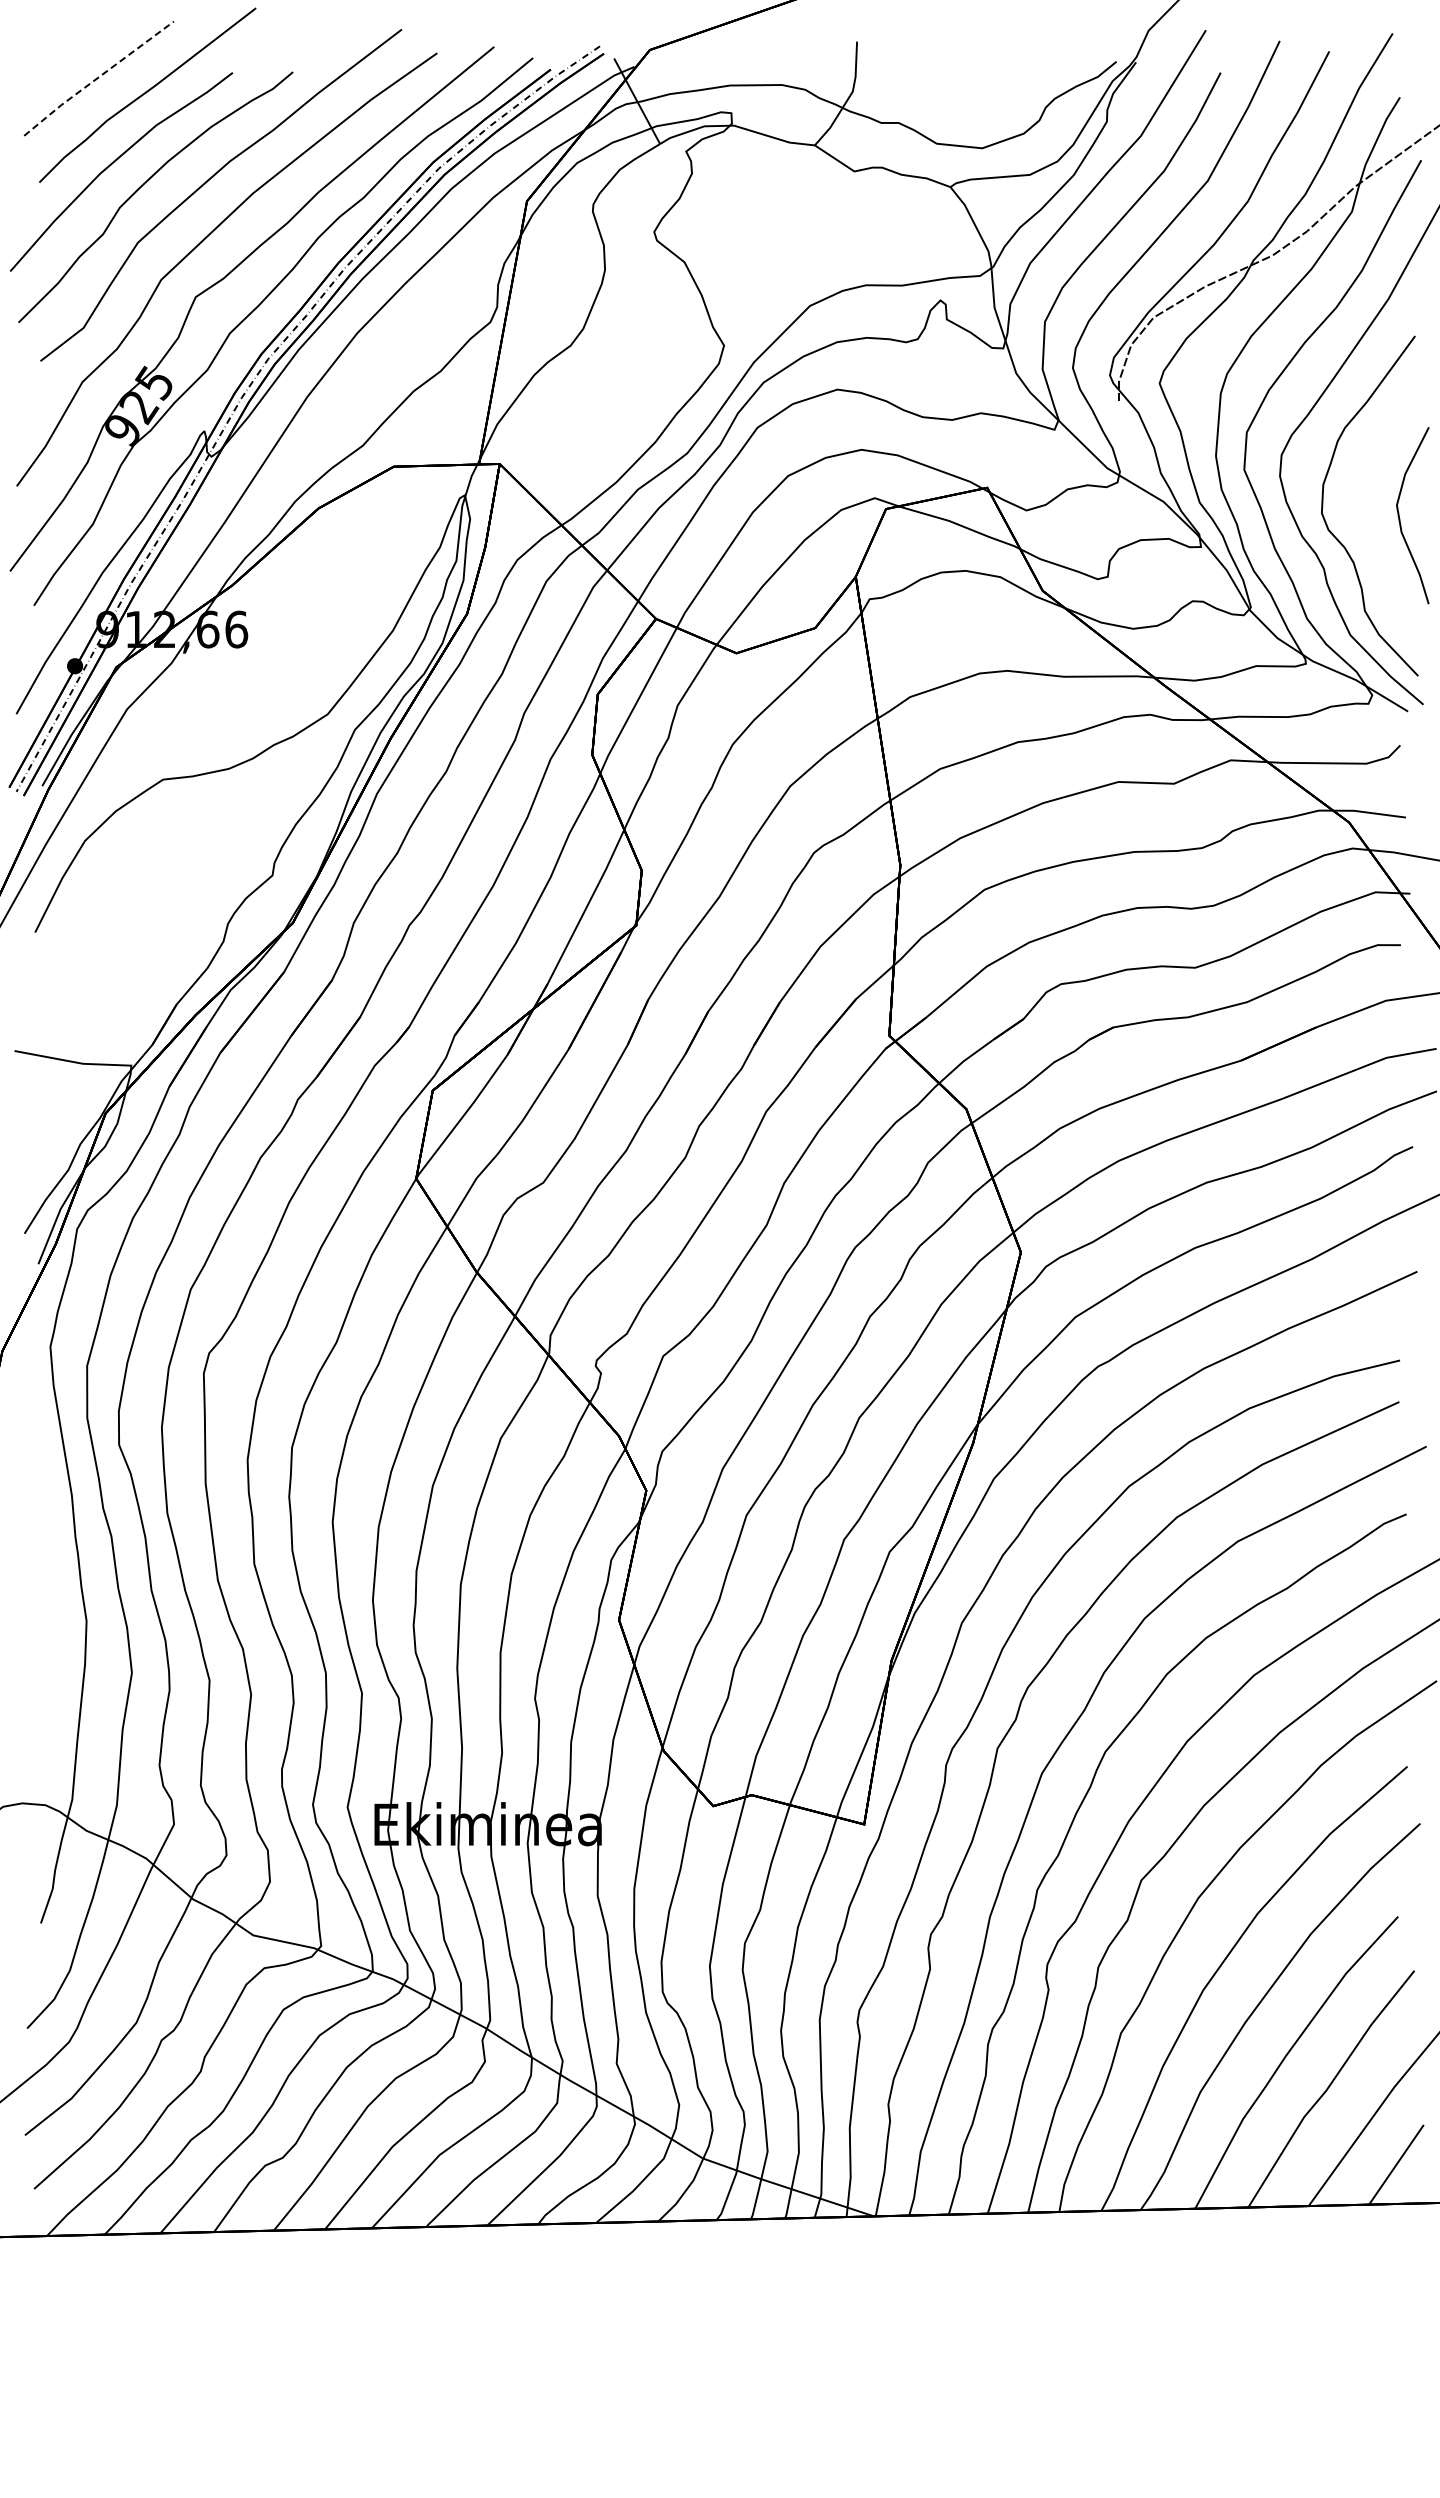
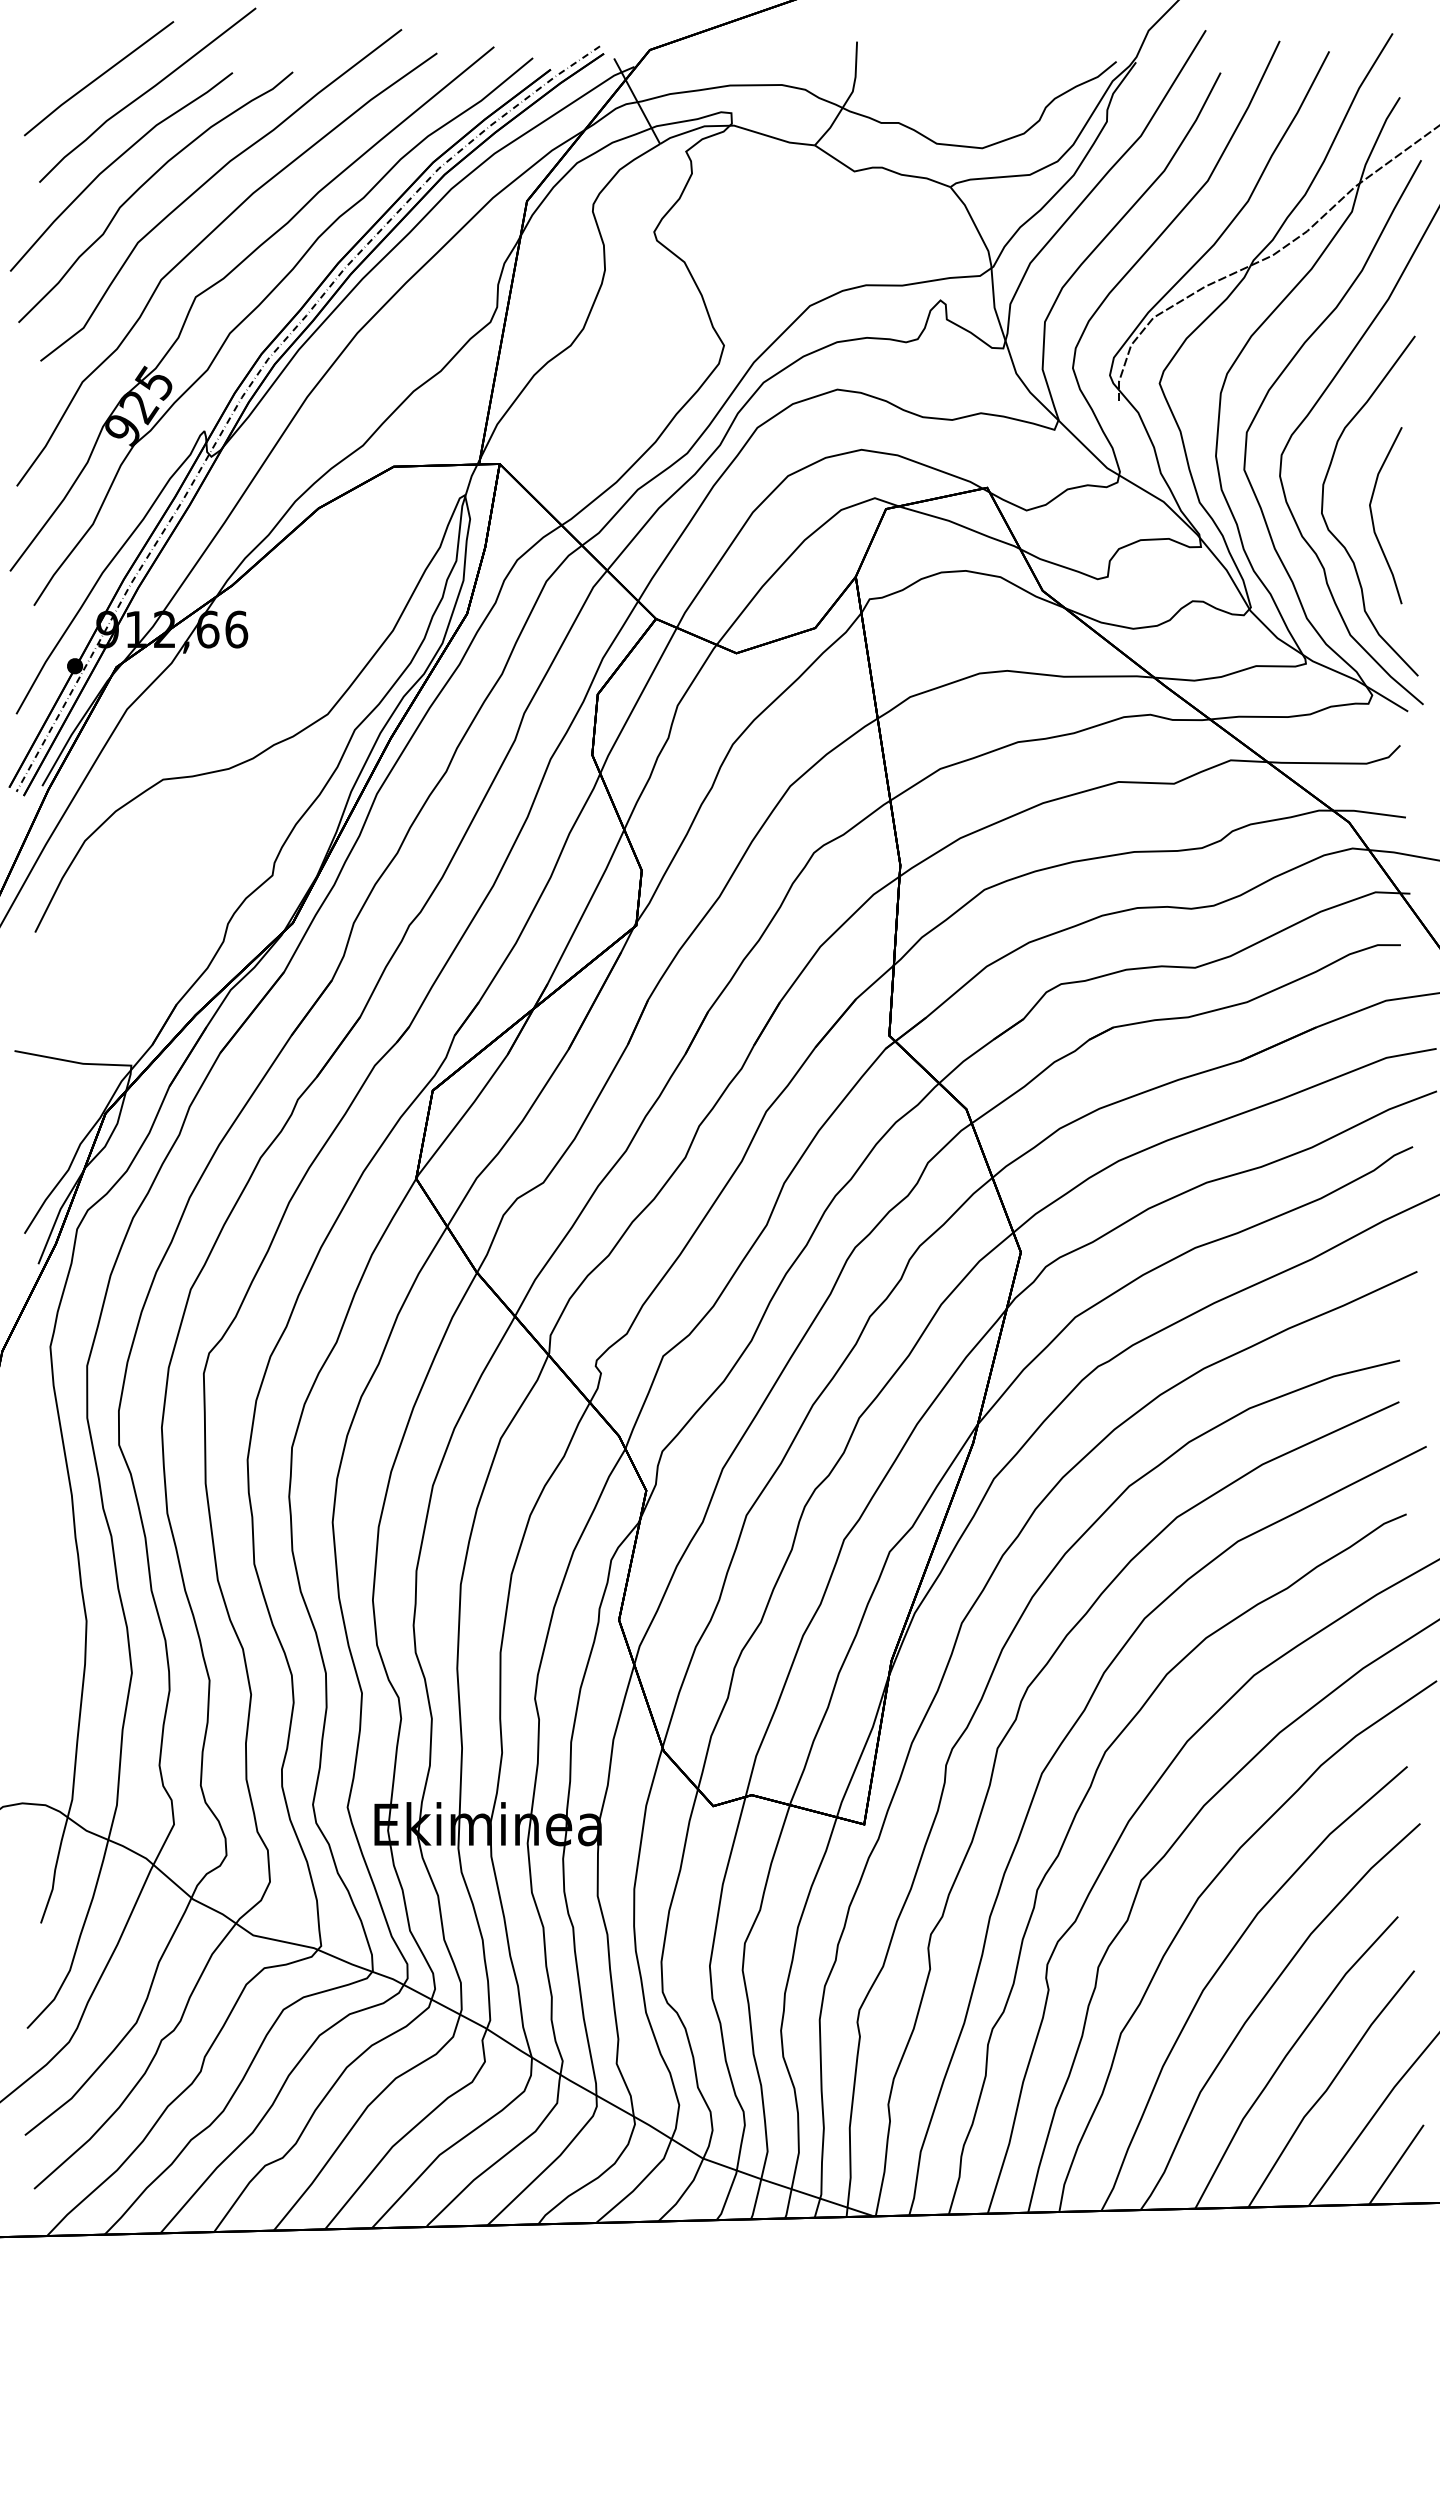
line at (98, 77): dashed -> solid
curve at (1400, 518) position: (1400, 518) -> (1373, 518)
